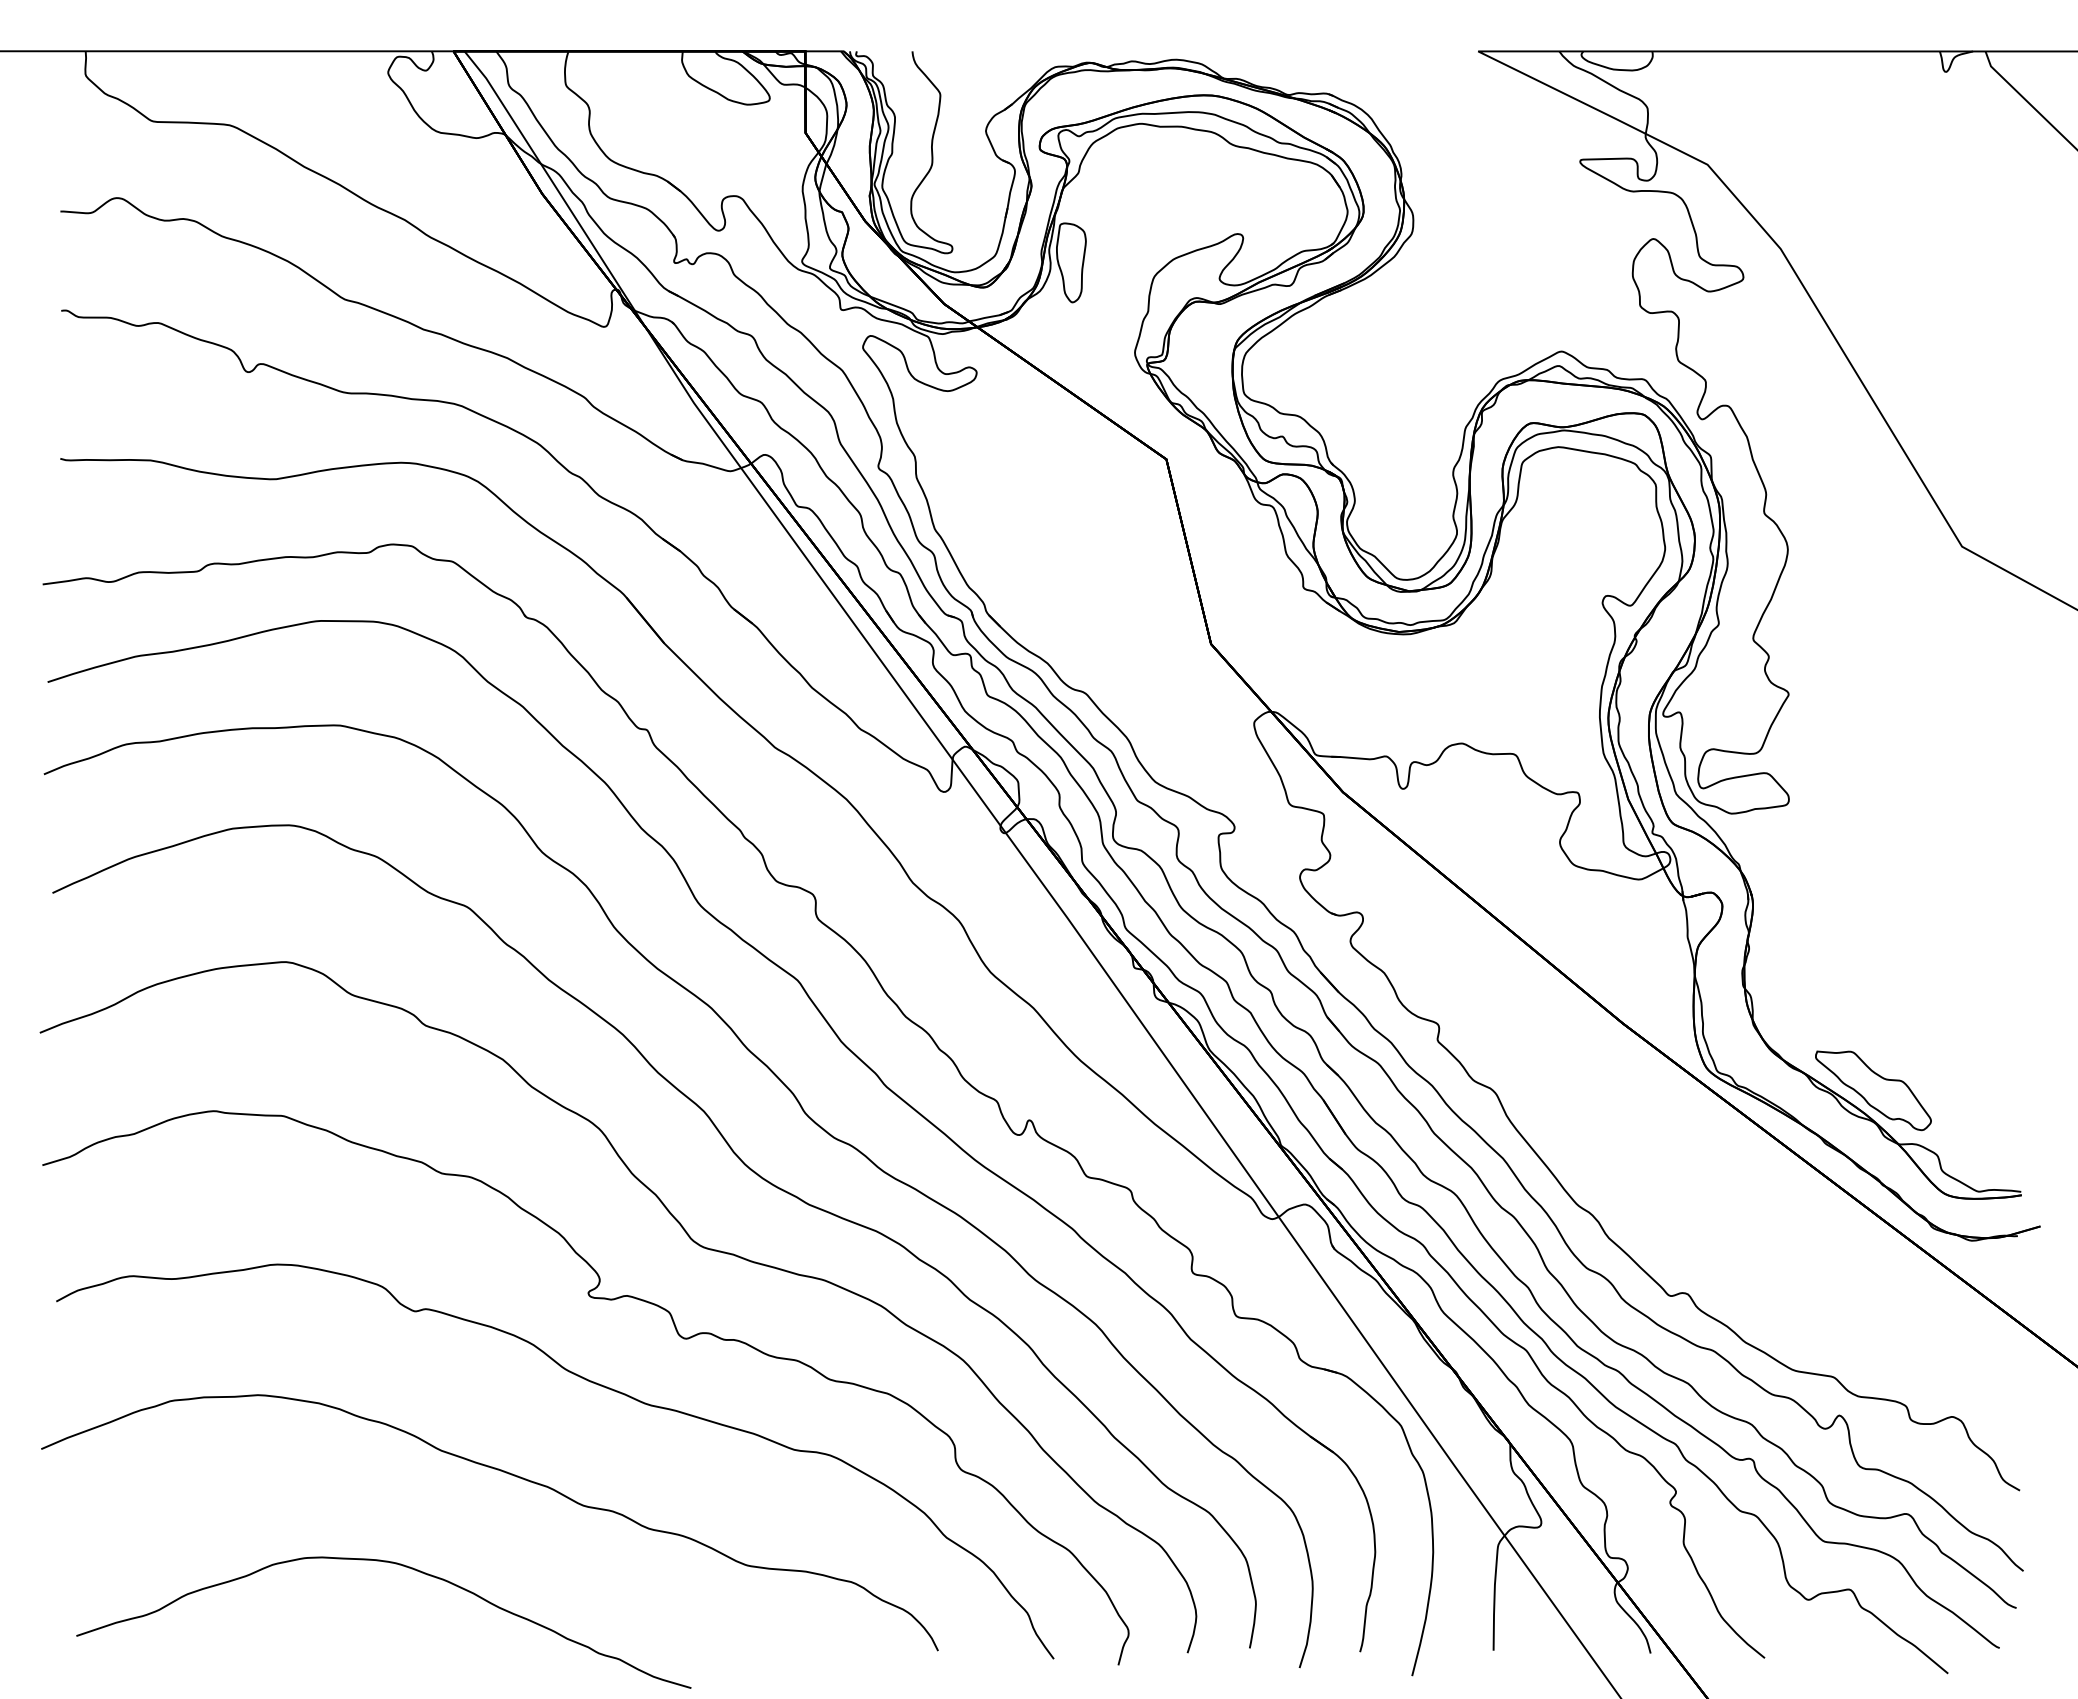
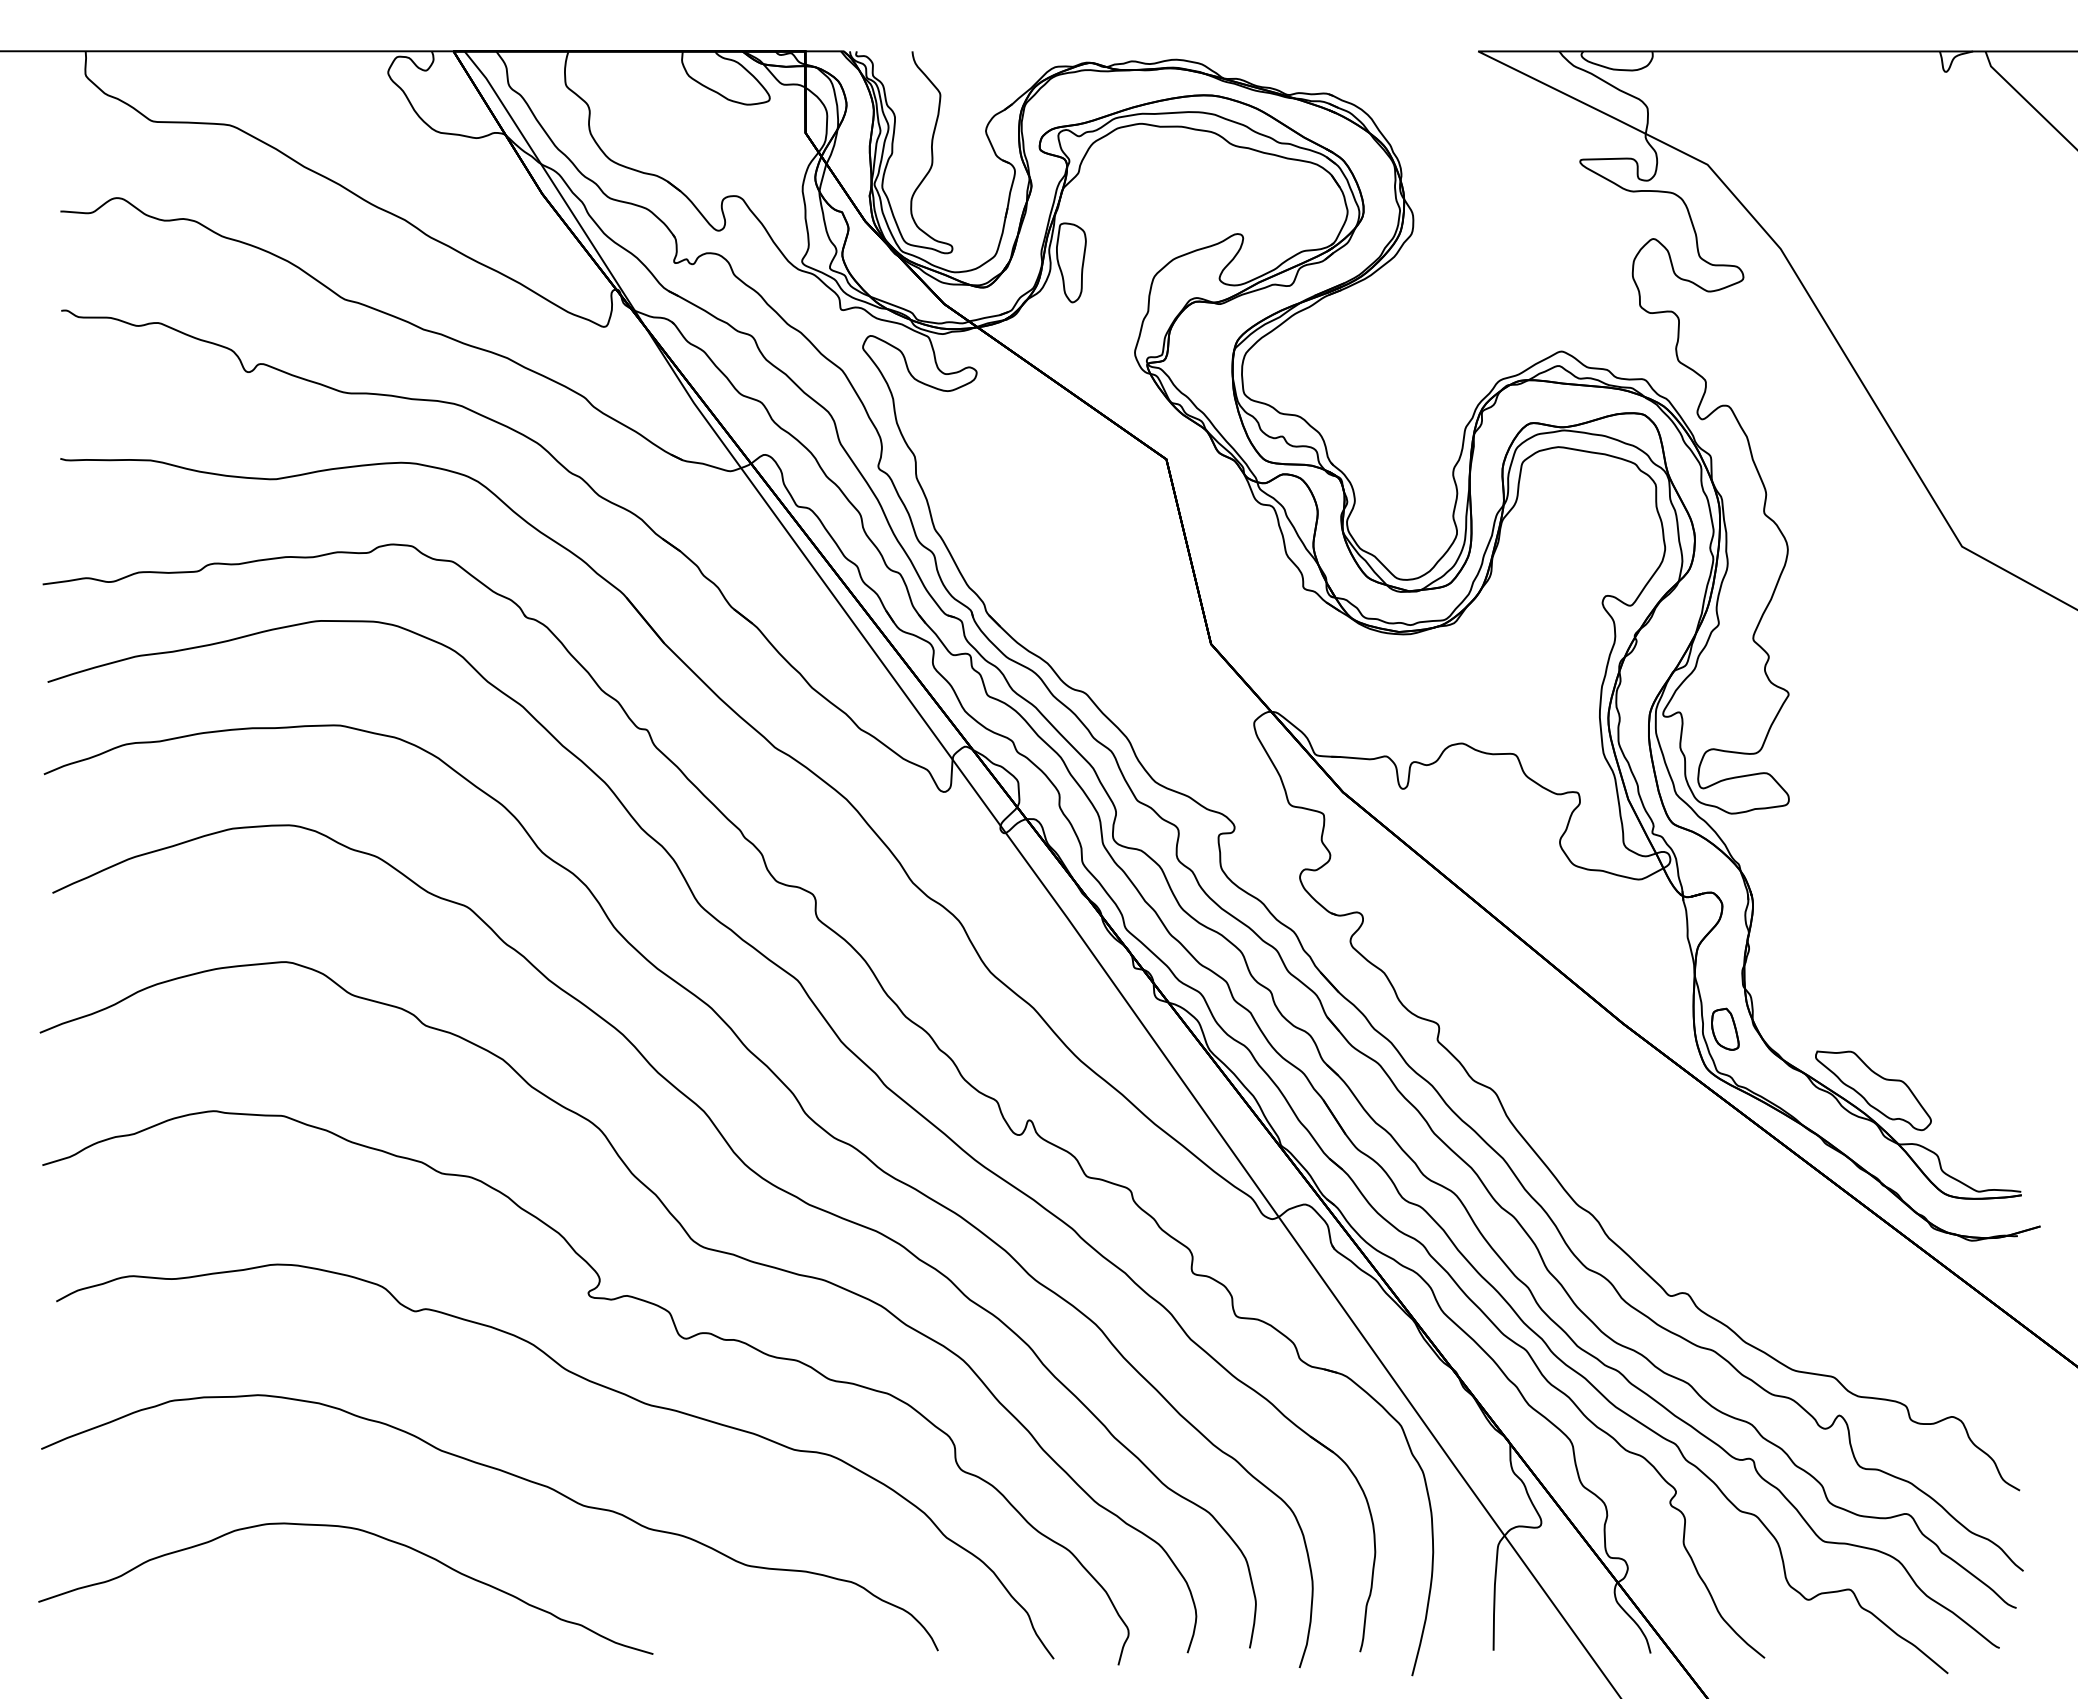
part at (1725, 1028): none -> present
curve at (402, 1566) position: (402, 1566) -> (364, 1532)
